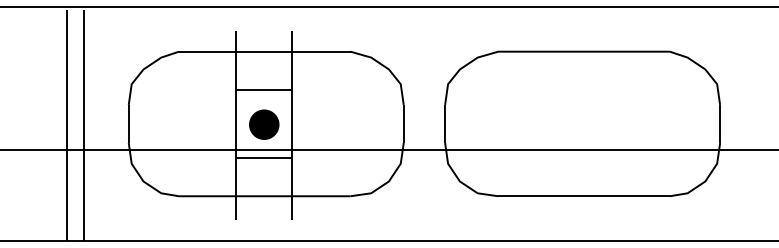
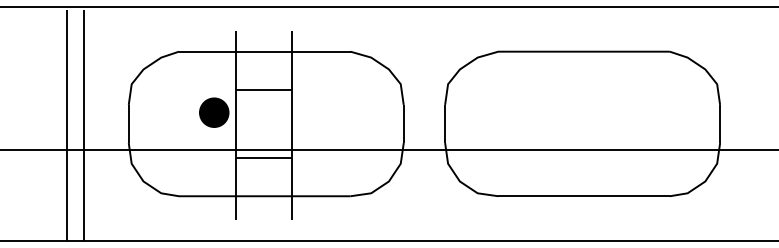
part at (264, 124) position: (264, 124) -> (214, 112)
